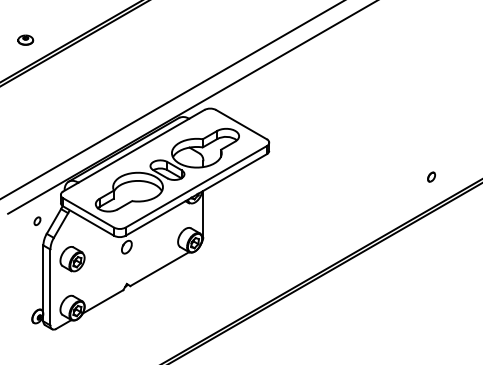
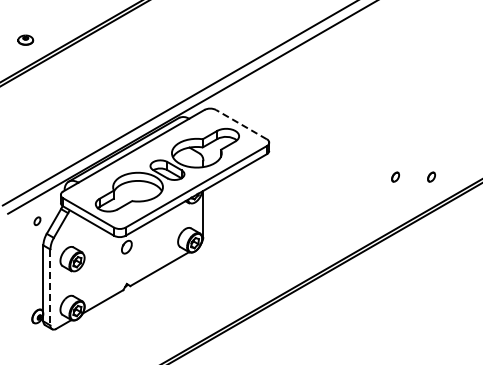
line at (172, 100) position: (172, 100) -> (178, 103)
line at (241, 124): solid -> dashed
part at (395, 176): none -> present
line at (50, 287): solid -> dashed
